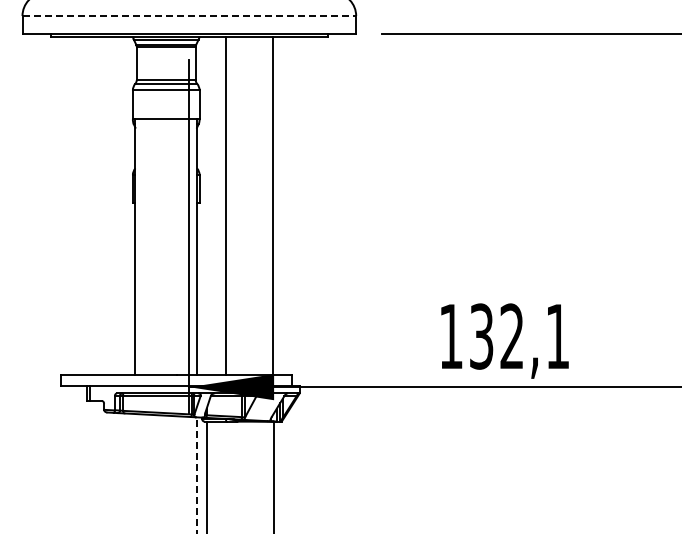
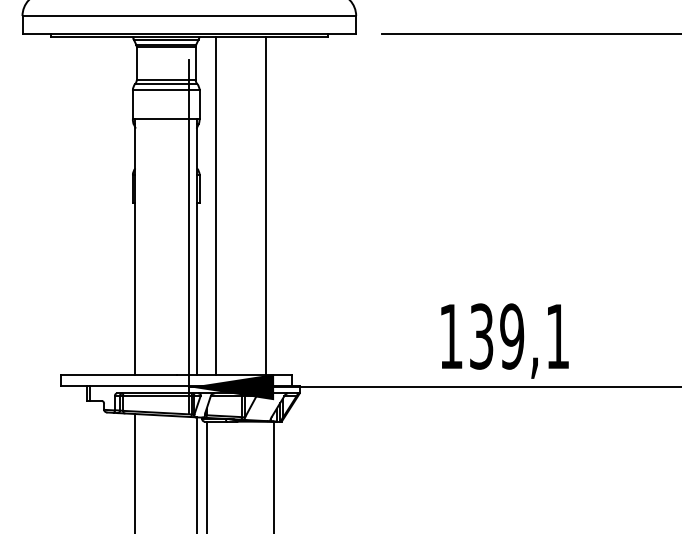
line at (189, 16): dashed -> solid
line at (225, 205) position: (225, 205) -> (215, 205)
line at (272, 205) position: (272, 205) -> (265, 205)
text at (512, 336): 132,1 -> 139,1
line at (135, 472): none -> present
line at (197, 475): dashed -> solid
